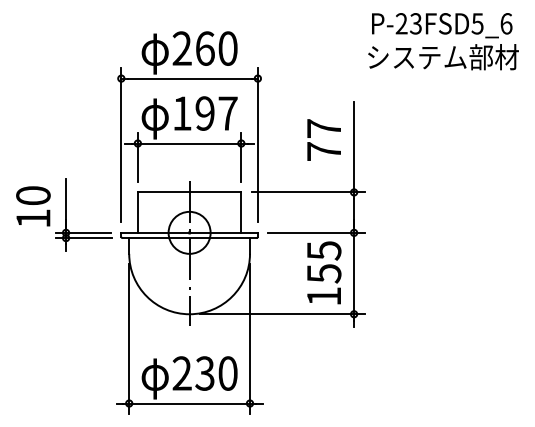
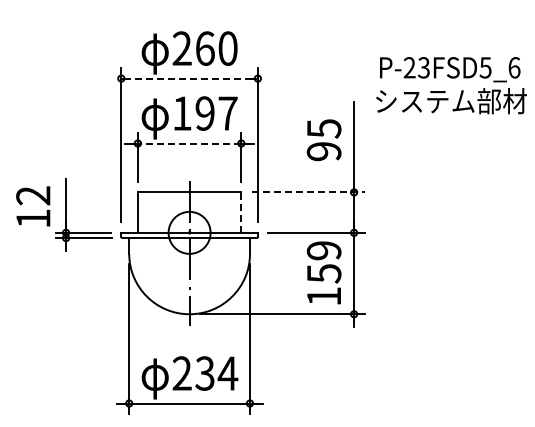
text at (443, 41) position: (443, 41) -> (451, 85)
line at (189, 78): solid -> dashed
text at (323, 140): 77 -> 95
line at (189, 143): solid -> dashed
line at (308, 192): solid -> dashed
text at (33, 195): 10 -> 12
line at (241, 212): solid -> dashed
text at (323, 250): 155 -> 159
text at (227, 373): 230 -> 234
